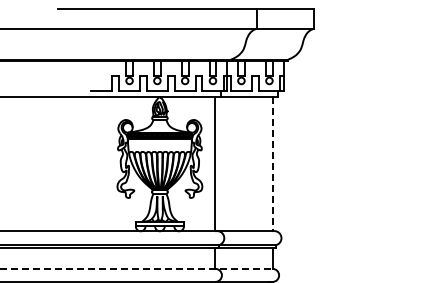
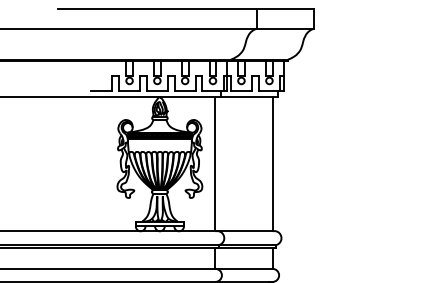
line at (272, 164): dashed -> solid
line at (136, 268): dashed -> solid
